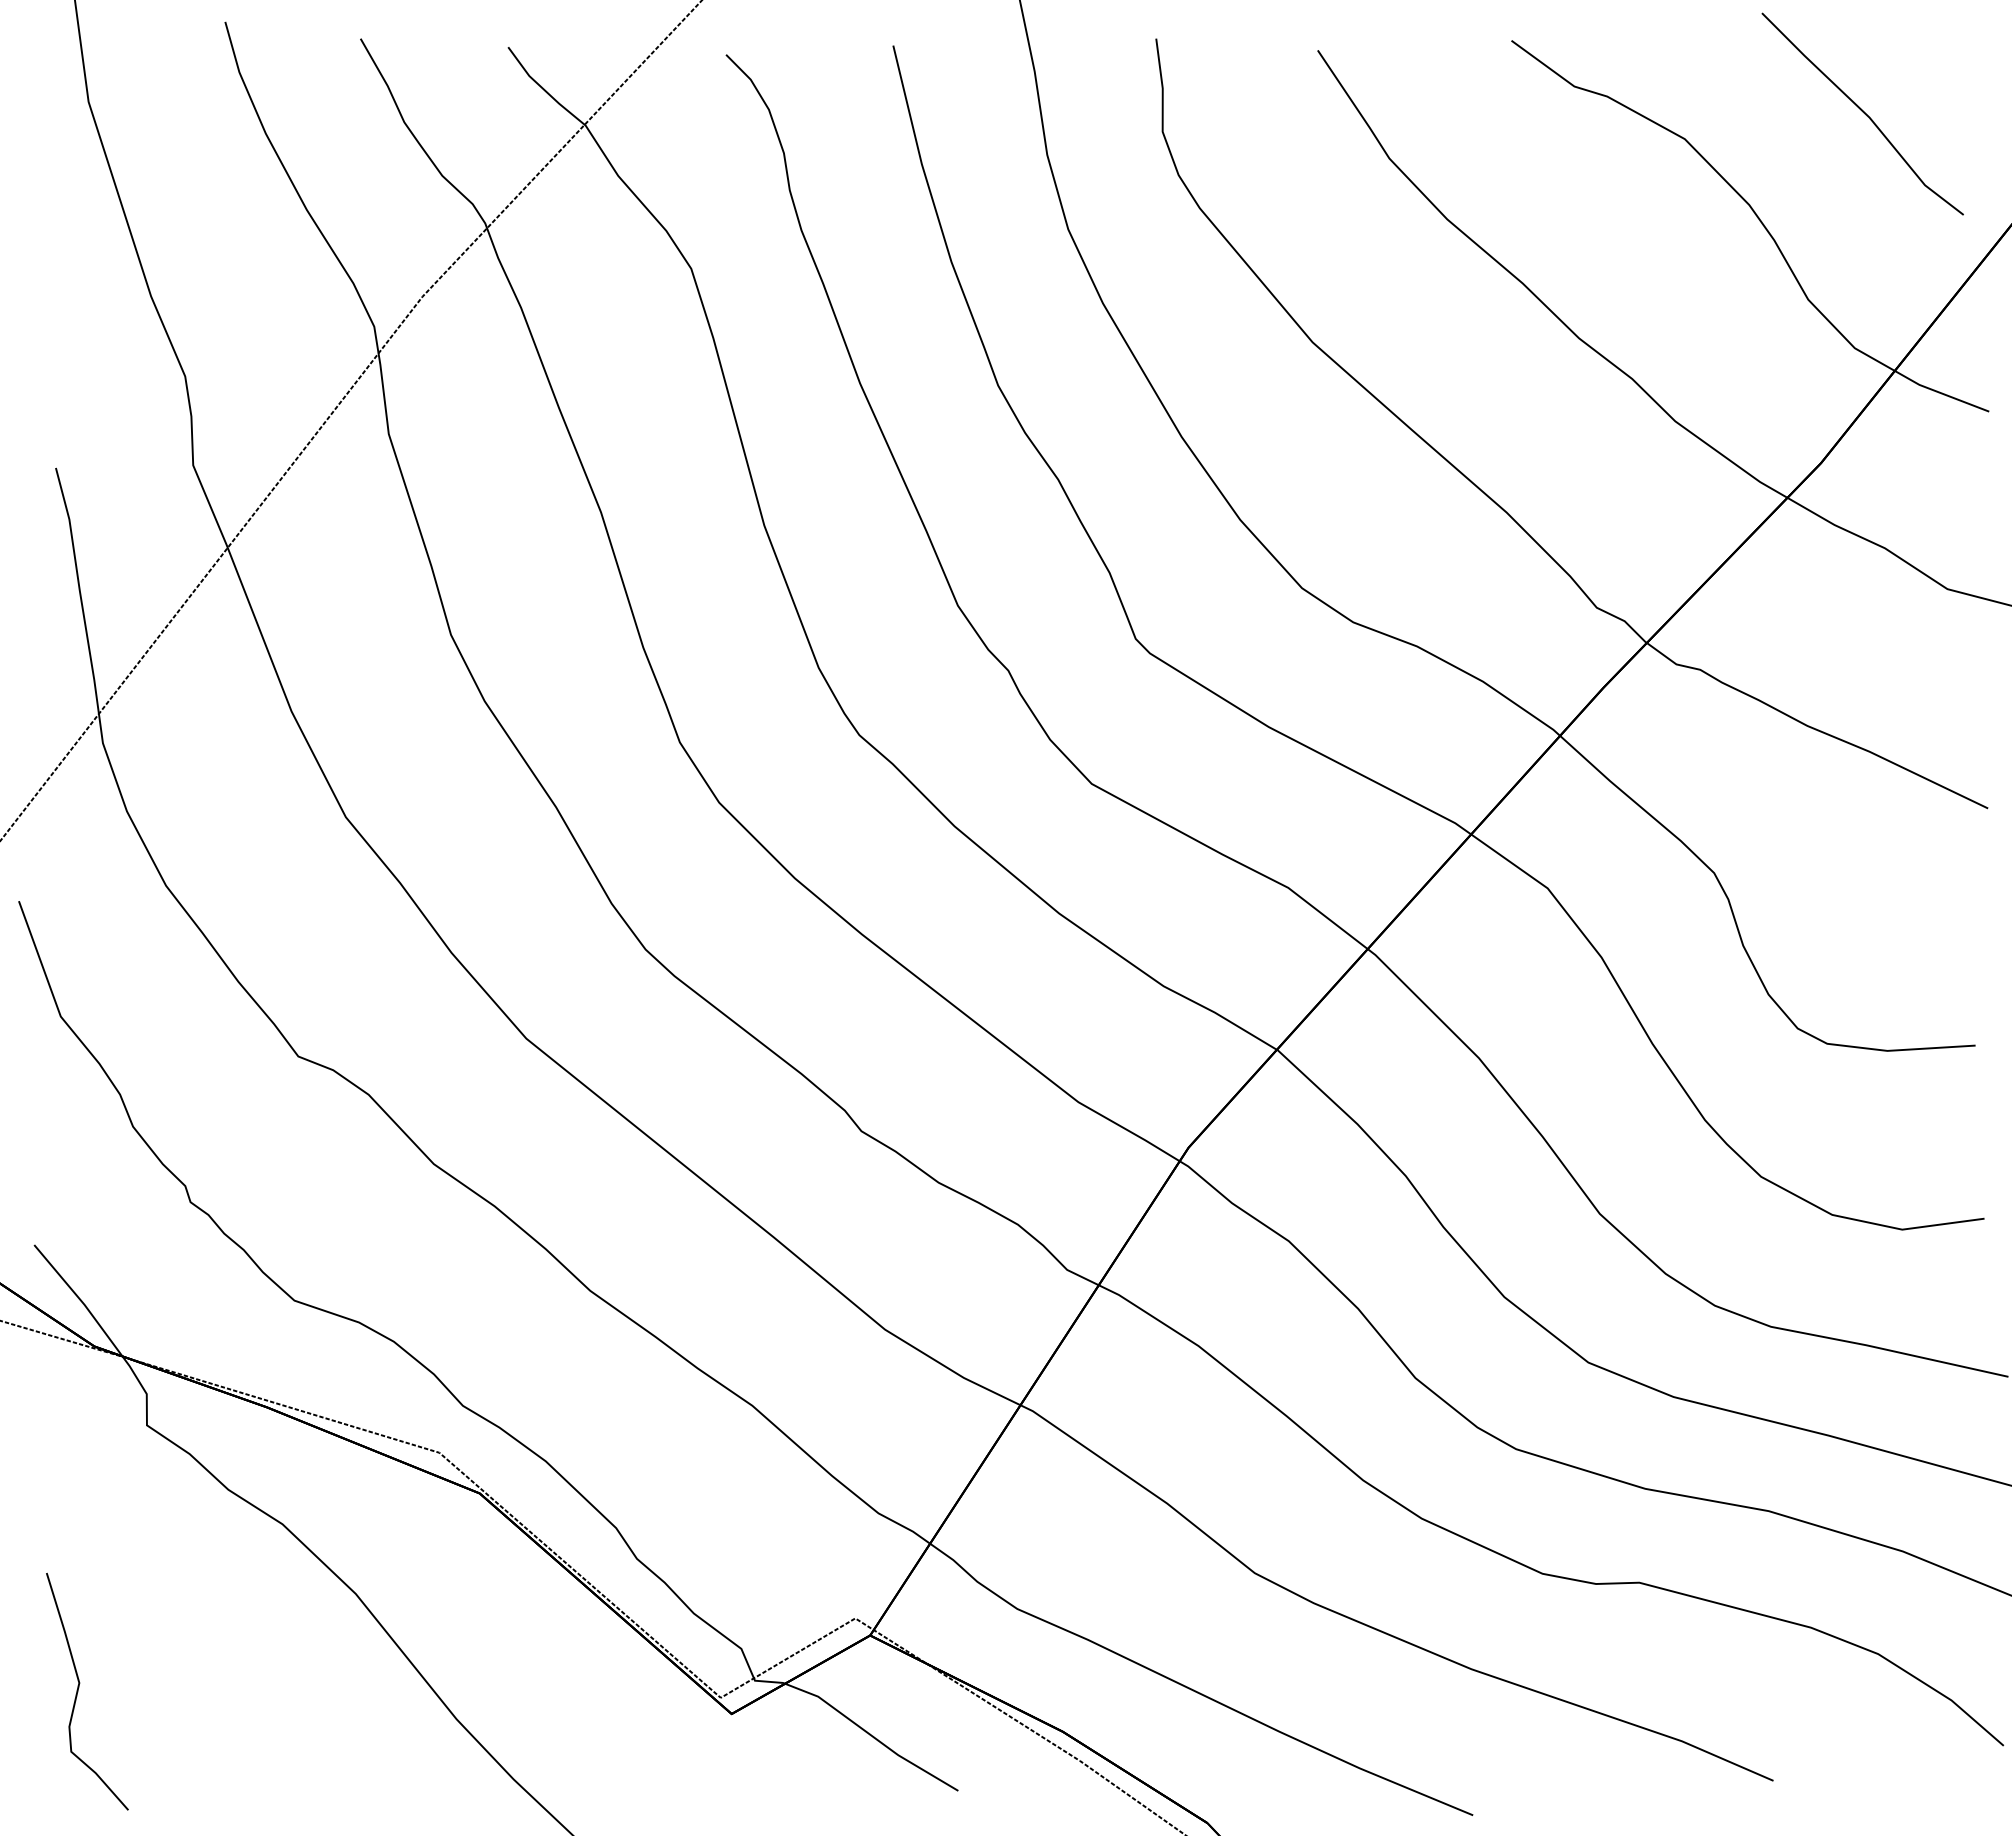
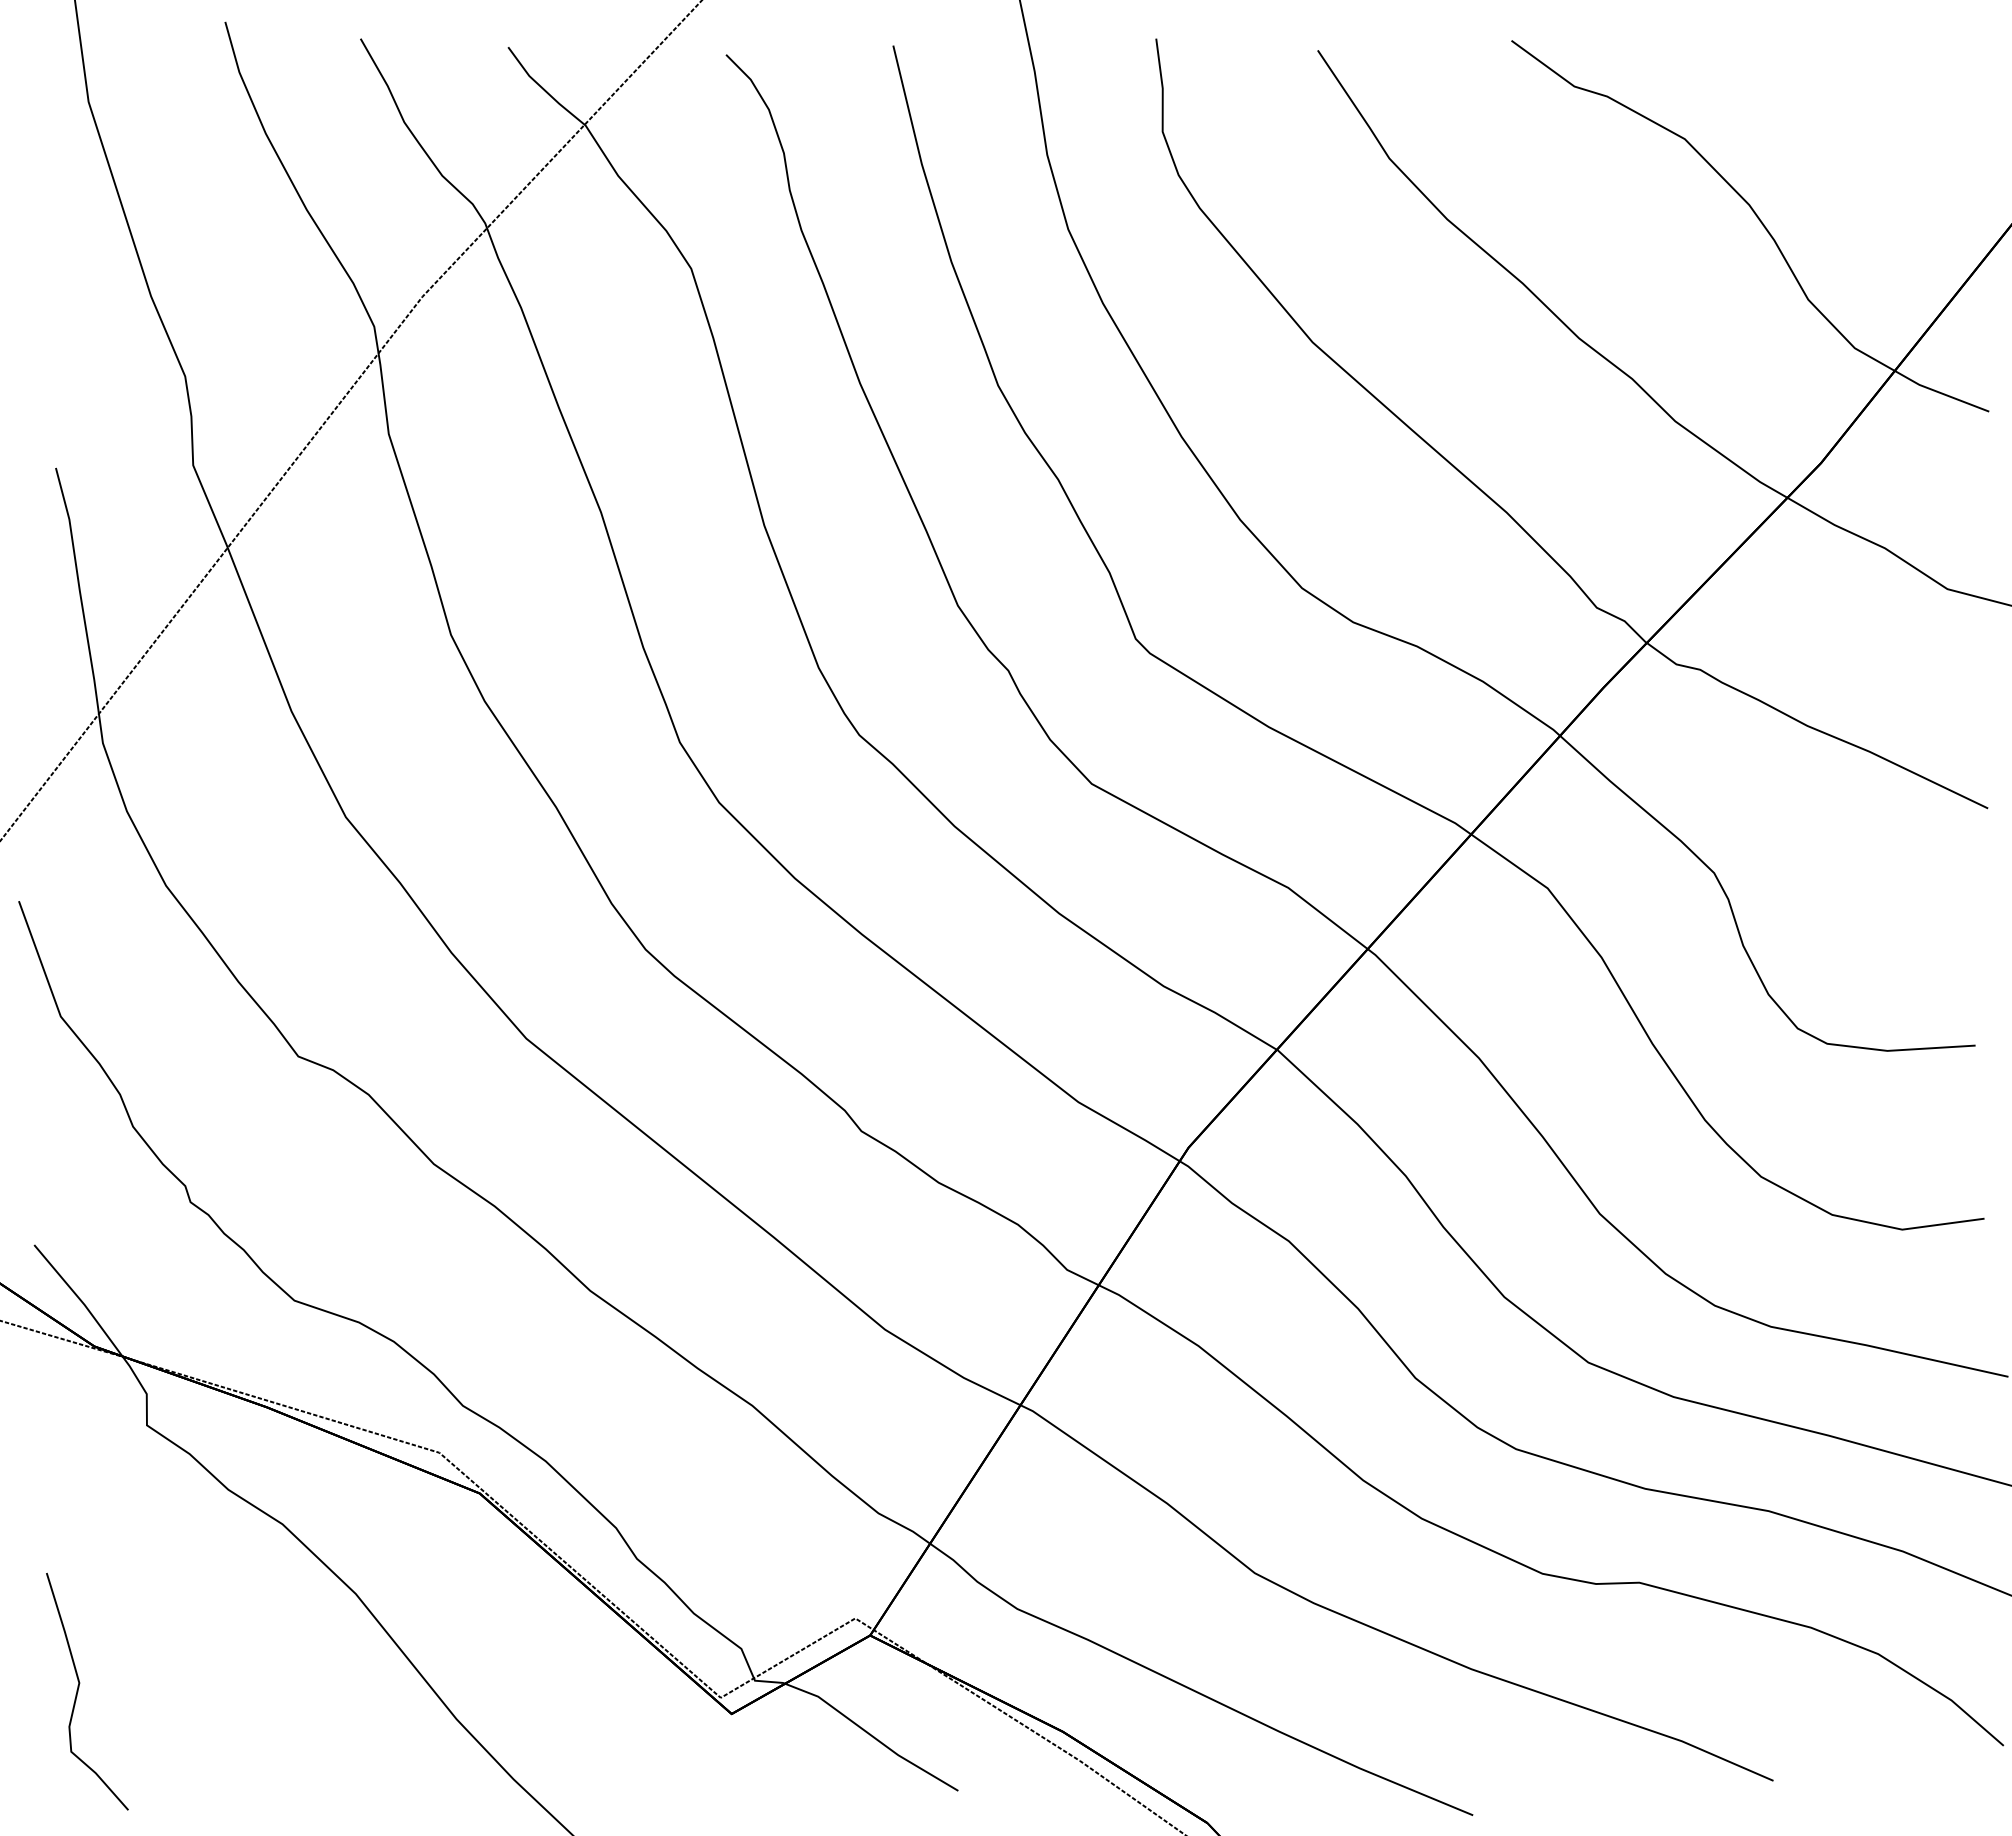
line at (1862, 112): present -> none
